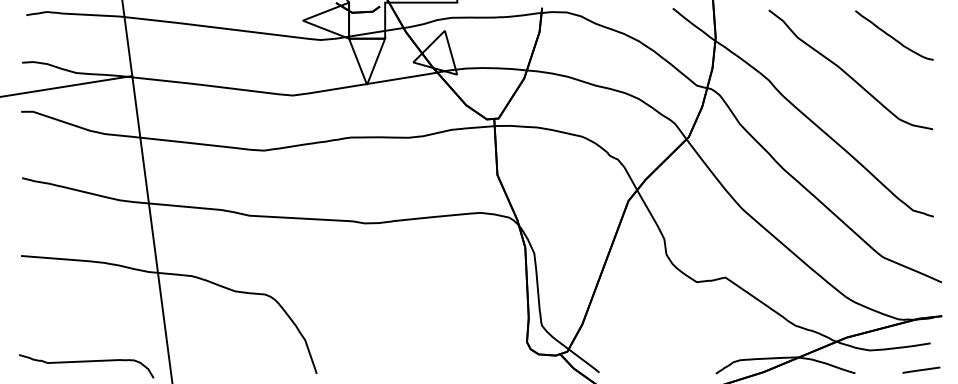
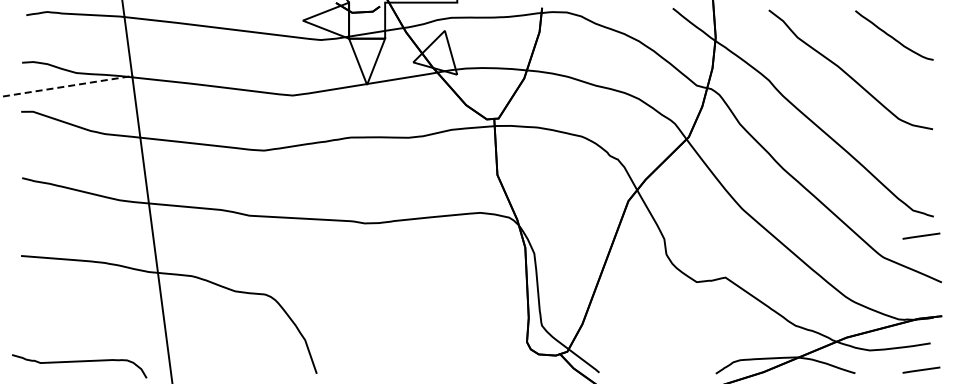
line at (66, 86): solid -> dashed
line at (921, 235): none -> present
curve at (86, 362) position: (86, 362) -> (79, 362)
